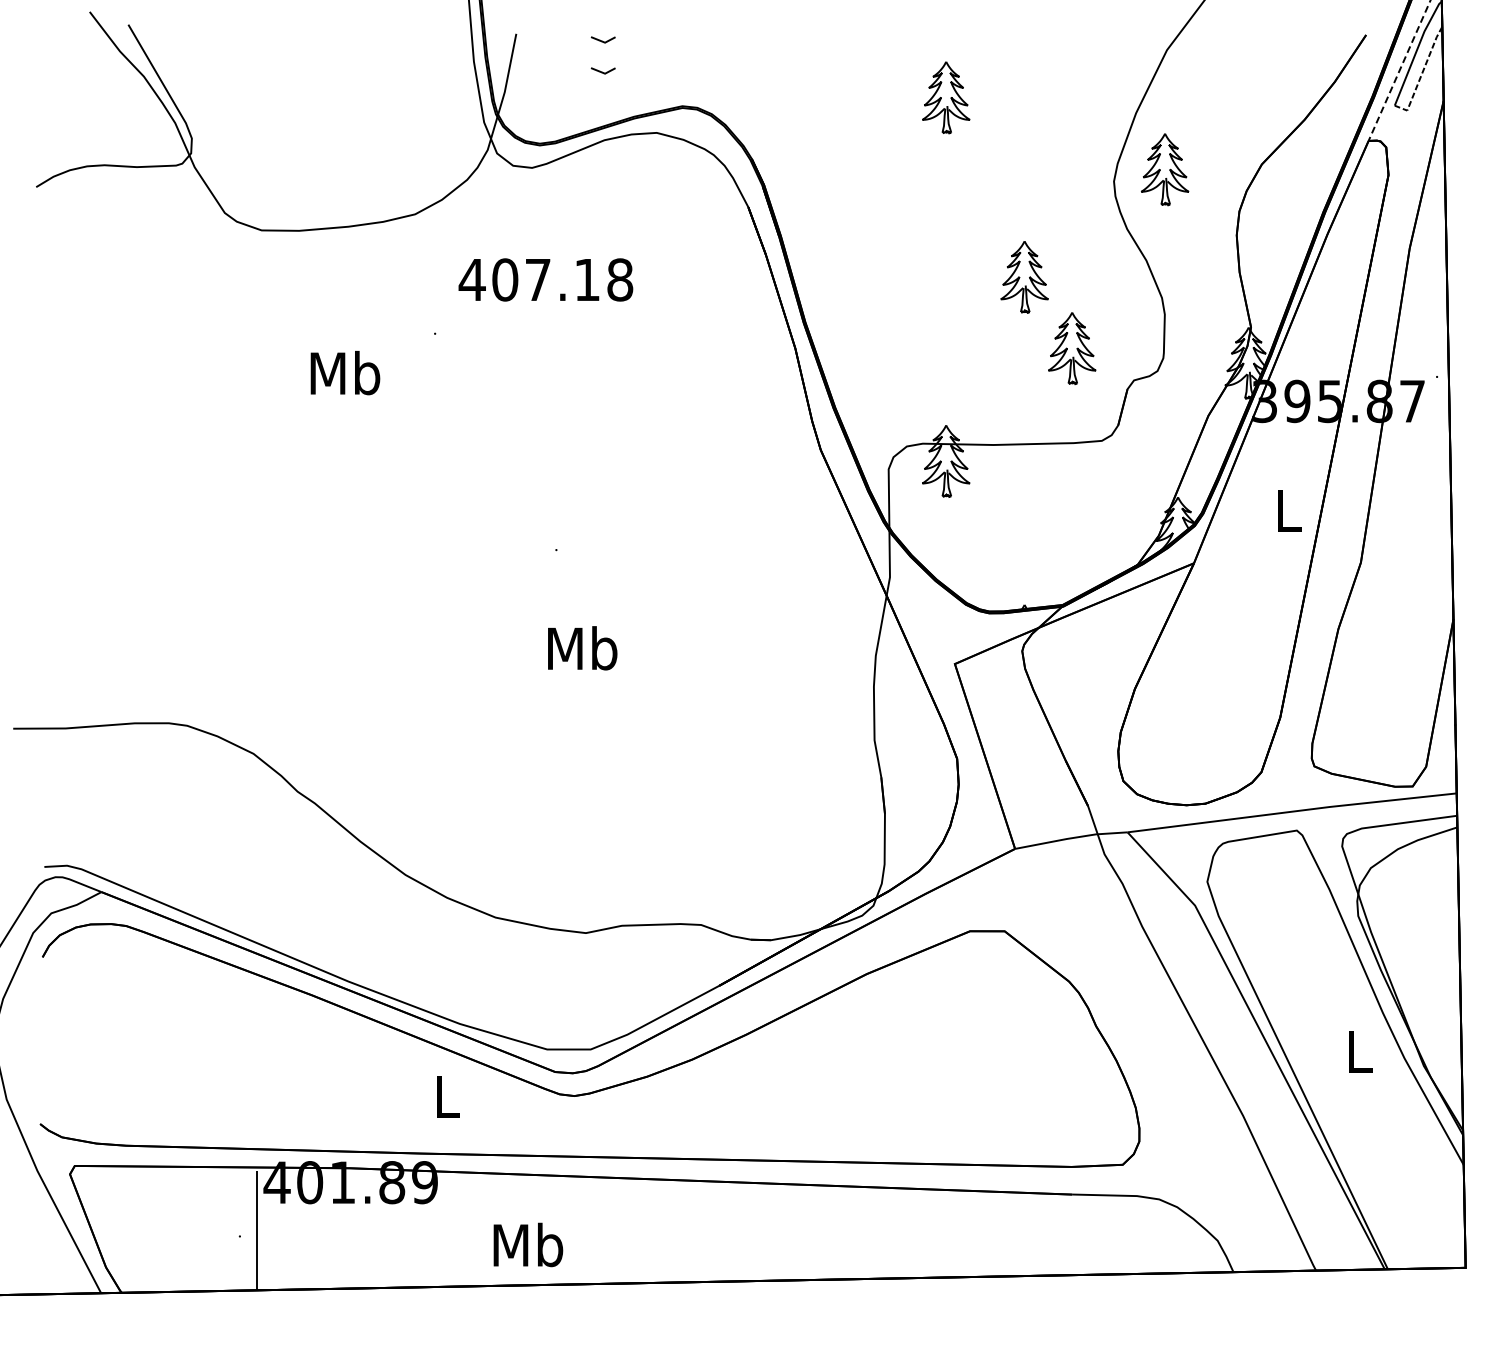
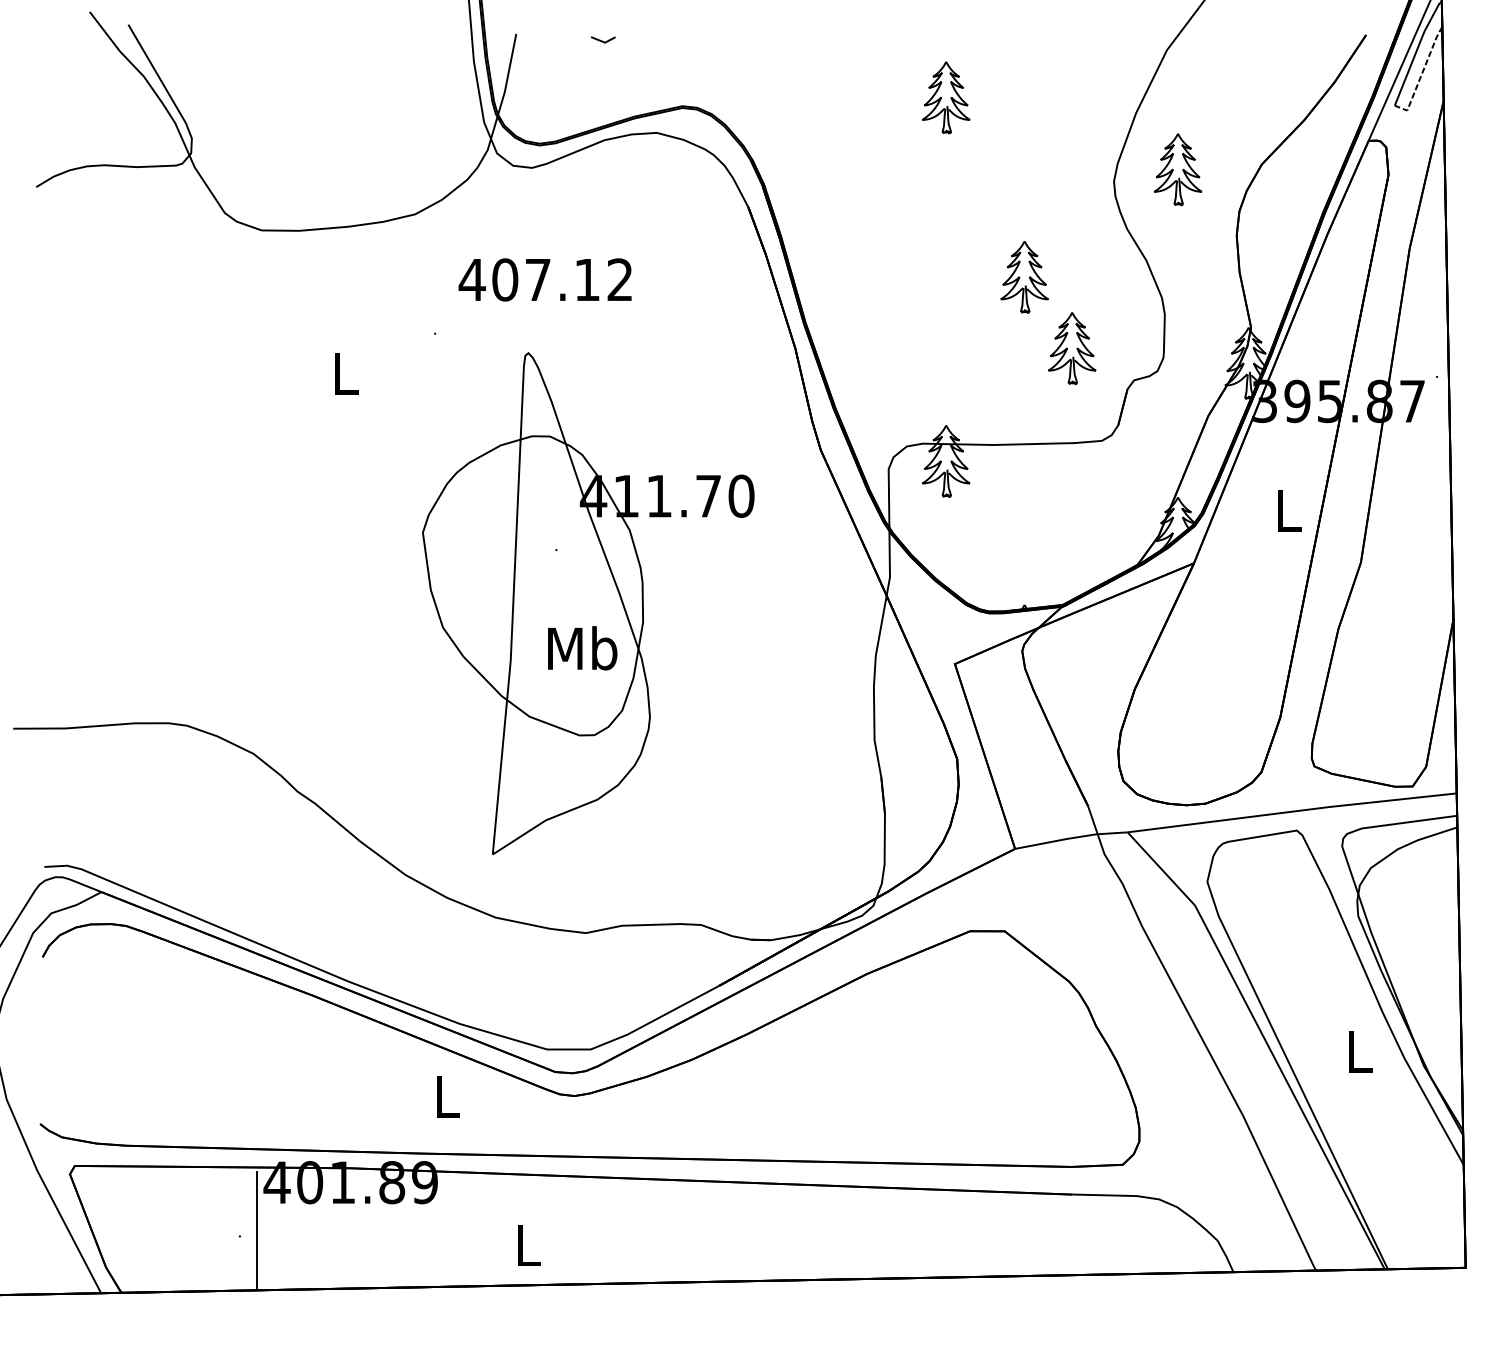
line at (1399, 70): dashed -> solid
line at (602, 71): present -> none
part at (1165, 169) position: (1165, 169) -> (1178, 169)
text at (620, 279): 407.18 -> 407.12
text at (345, 372): Mb -> L
part at (588, 603): none -> present
text at (528, 1244): Mb -> L
